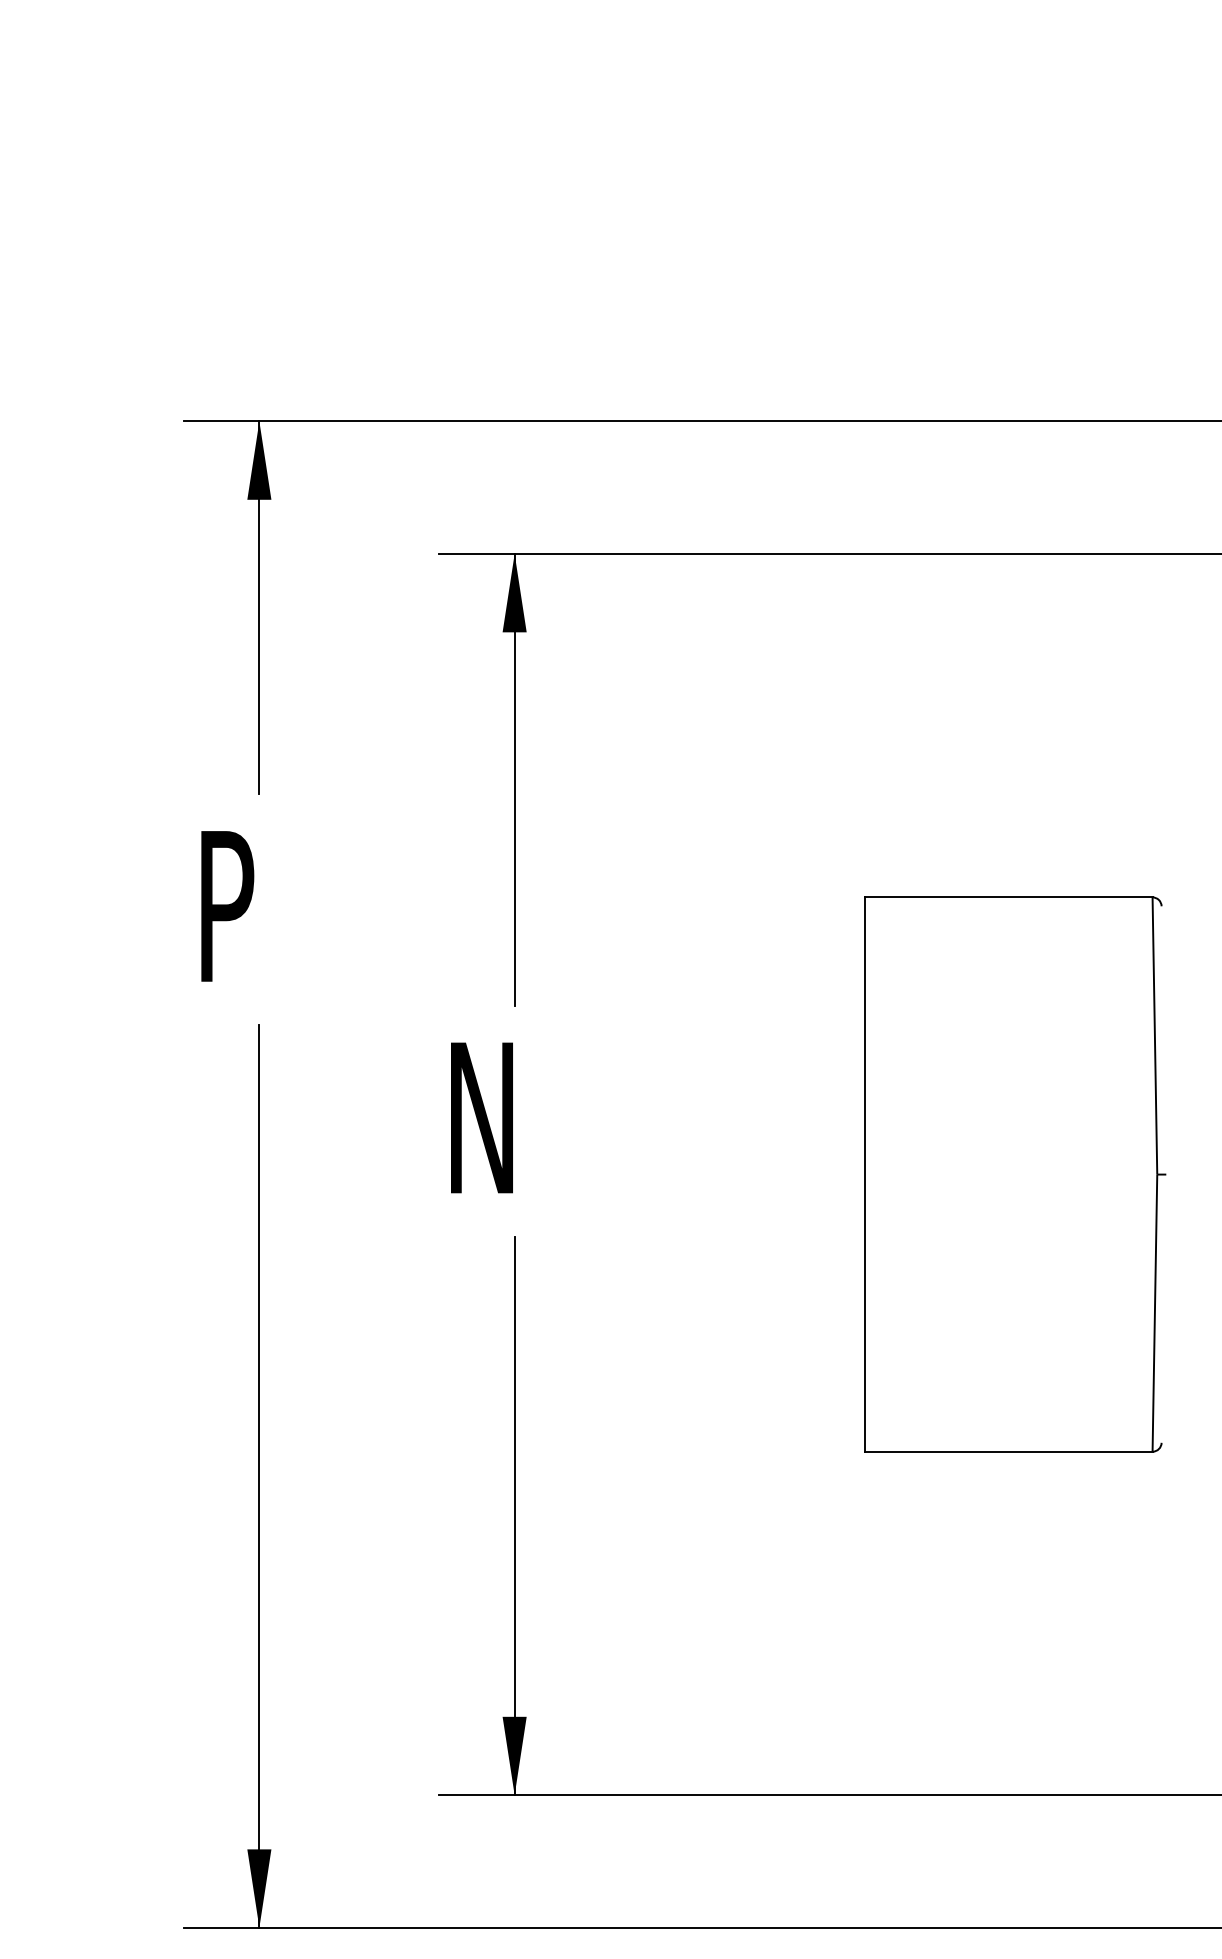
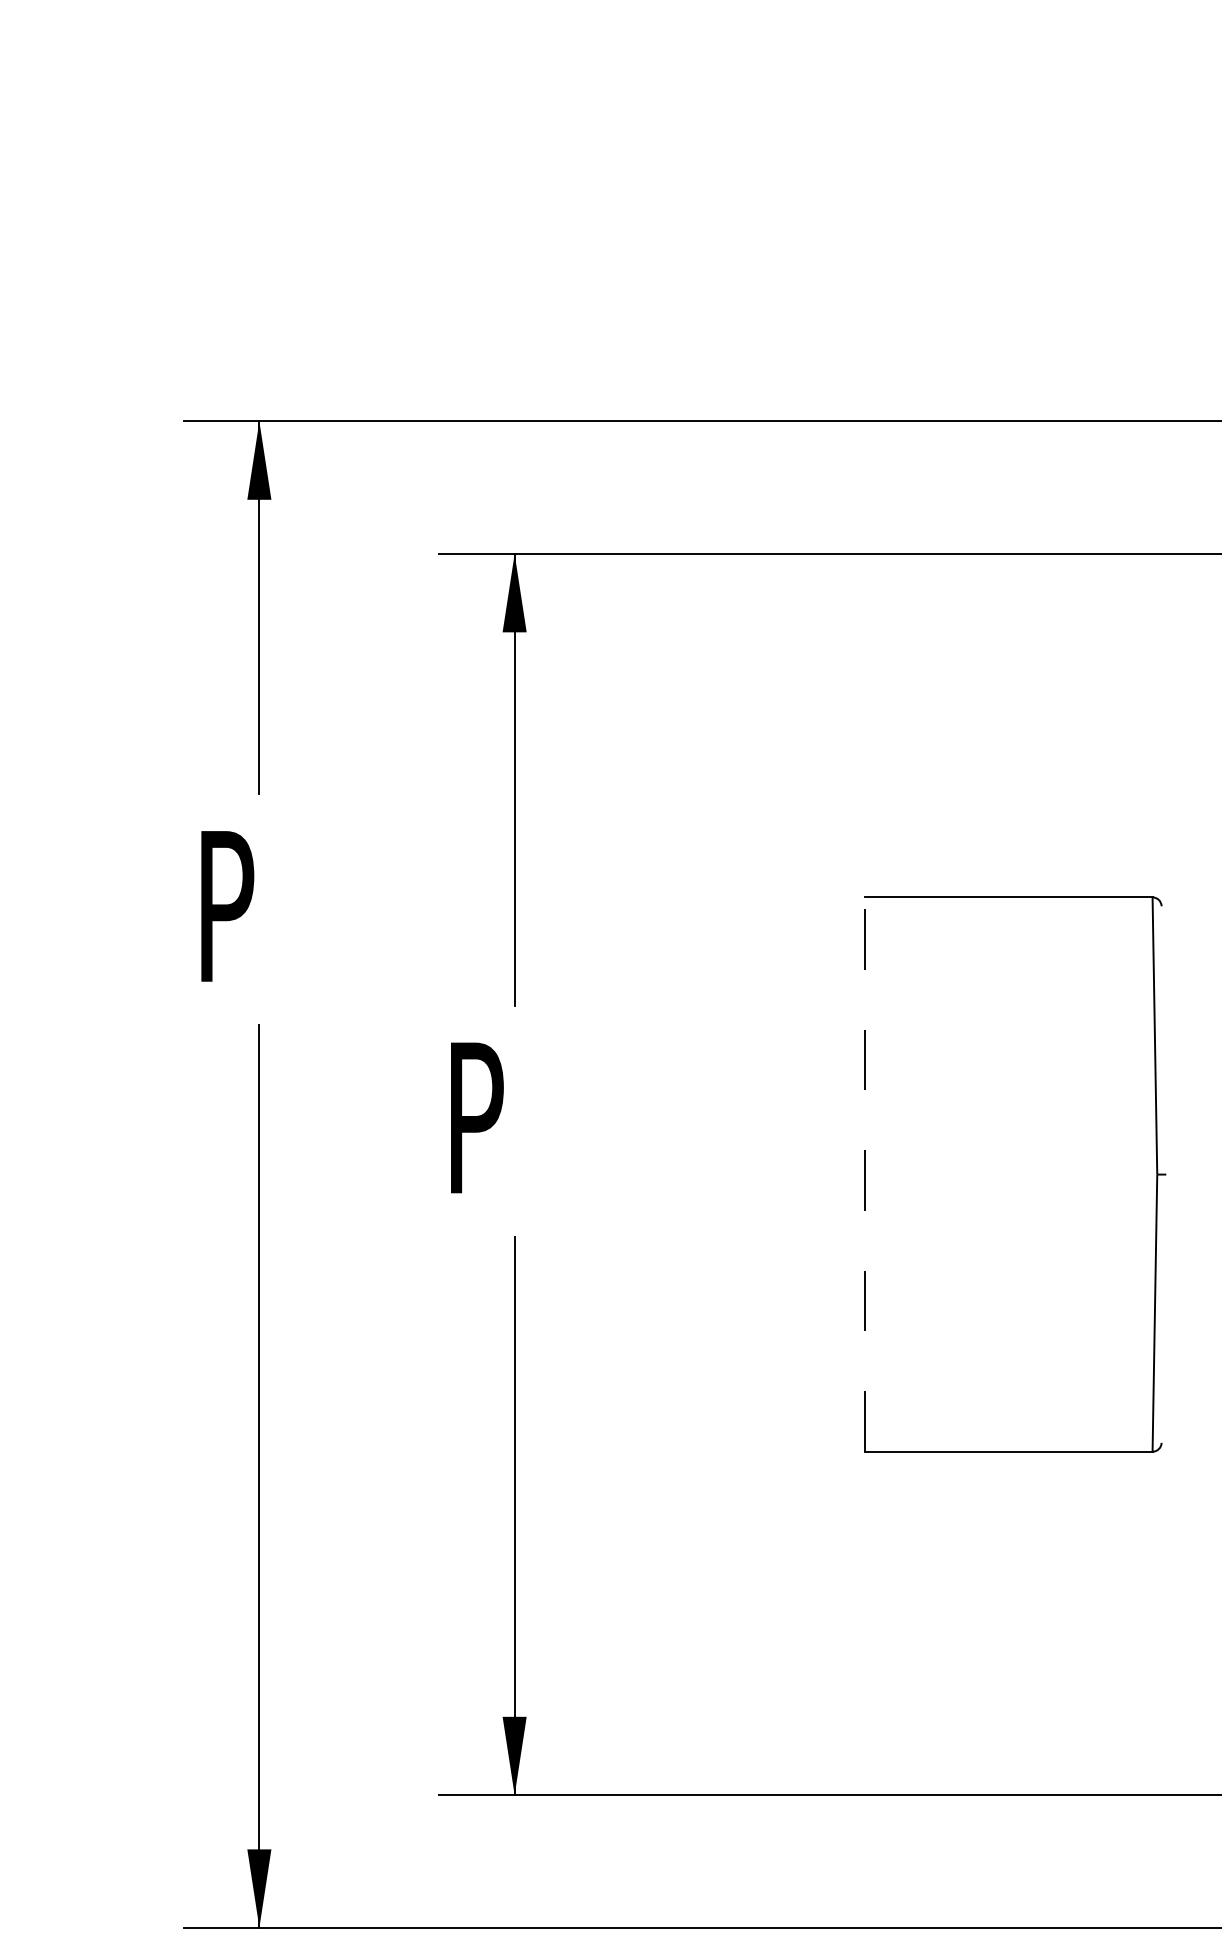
text at (486, 1117): N -> P
line at (865, 1174): solid -> dashed
